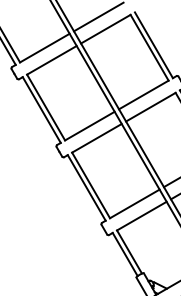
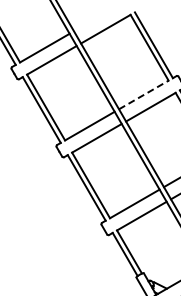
line at (98, 16): present -> none
line at (143, 95): solid -> dashed
